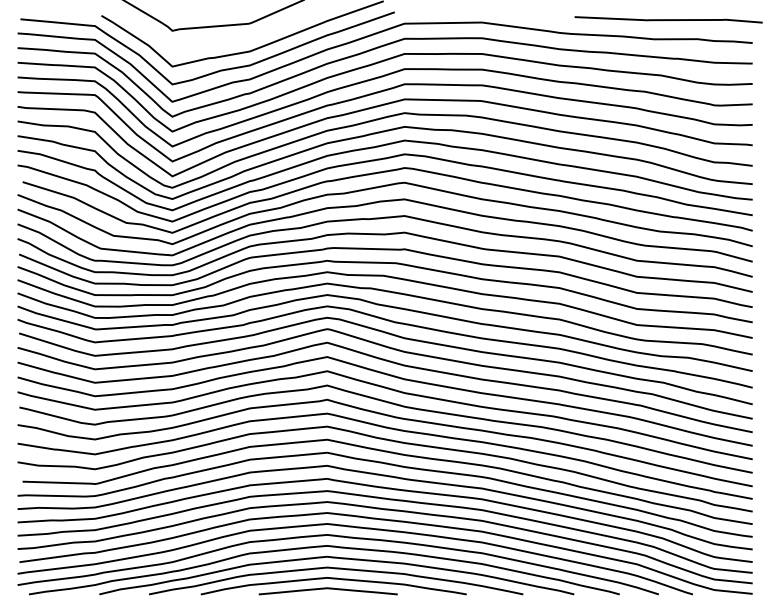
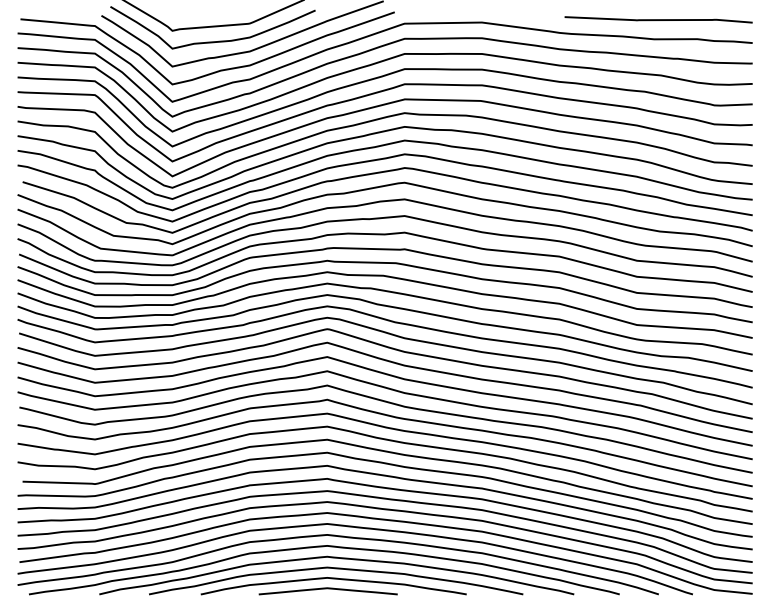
curve at (668, 19) position: (668, 19) -> (658, 19)
curve at (212, 41): none -> present
